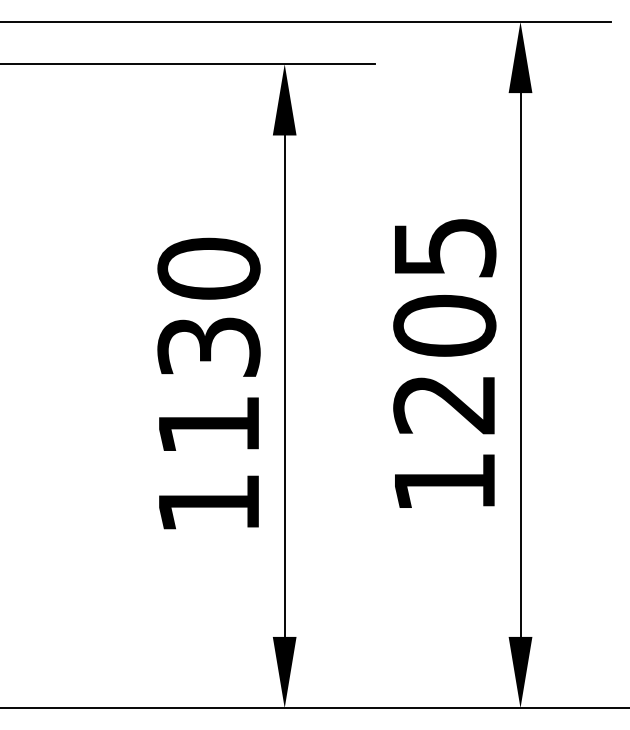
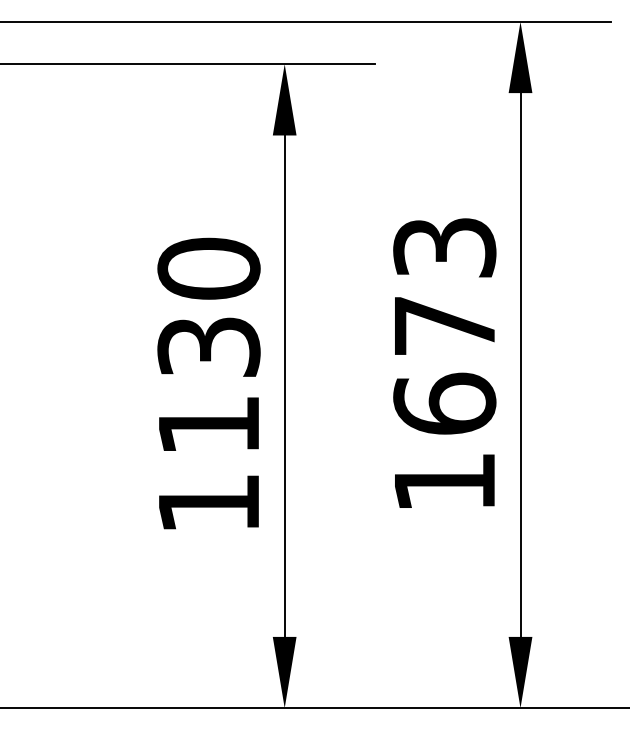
text at (444, 326): 1205 -> 1673
